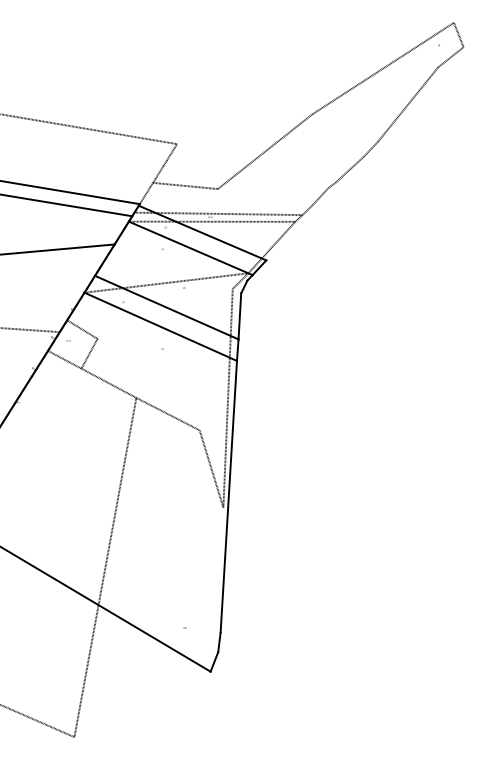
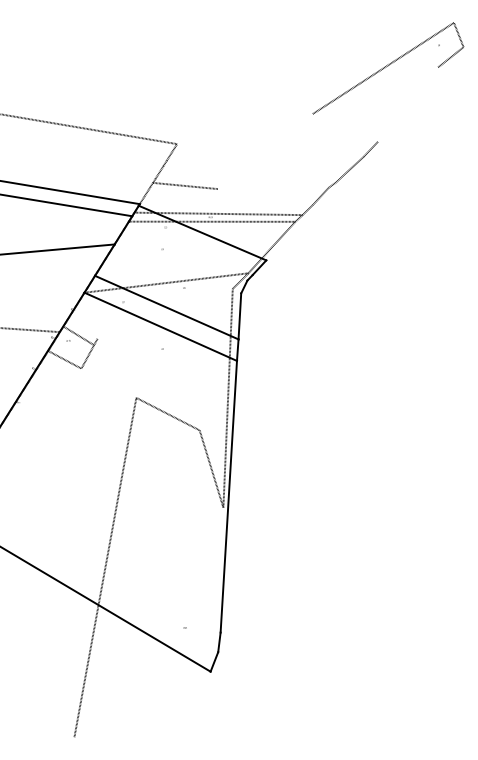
line at (408, 104): present -> none
line at (264, 151): present -> none
line at (190, 248): present -> none
line at (82, 329) position: (82, 329) -> (78, 335)
line at (108, 382): present -> none
line at (38, 721): present -> none
